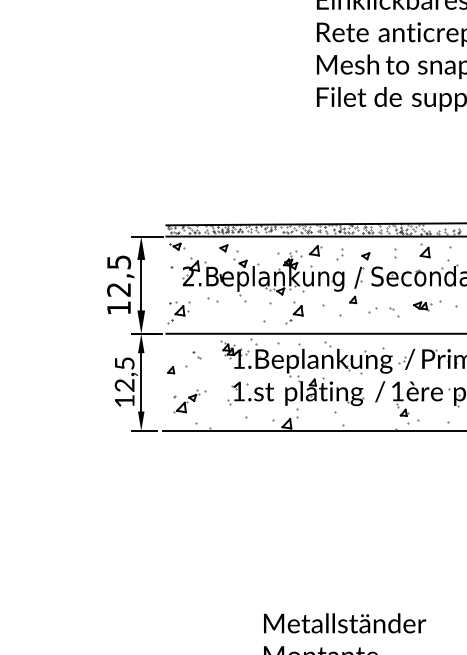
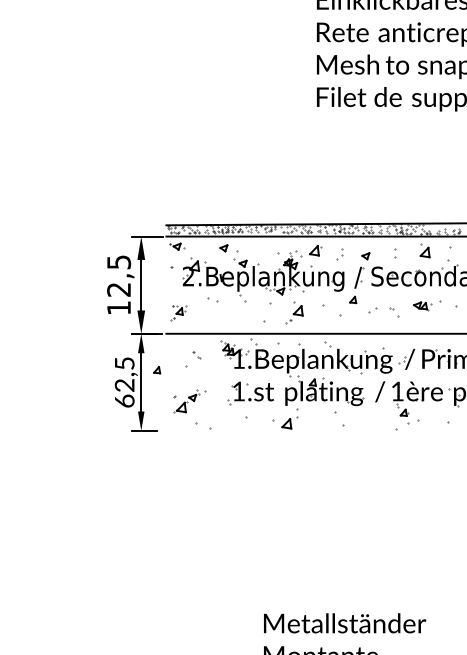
part at (178, 312) size: 24x24 px -> 18x17 px
part at (171, 370) position: (171, 370) -> (157, 370)
text at (124, 400): 12,5 -> 62,5
line at (312, 431): present -> none
